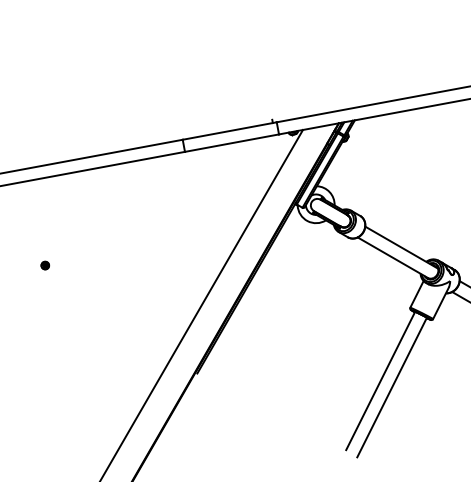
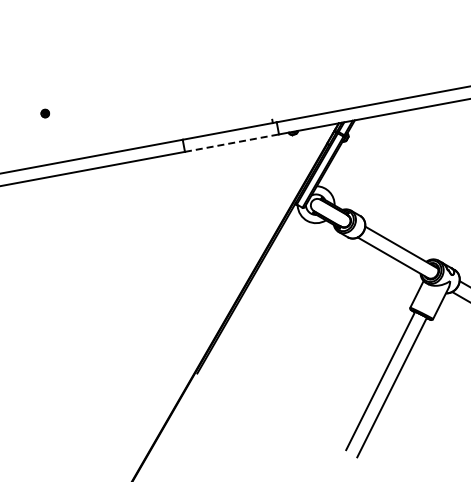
line at (232, 143): solid -> dashed
part at (44, 265) position: (44, 265) -> (44, 113)
line at (201, 303): present -> none
